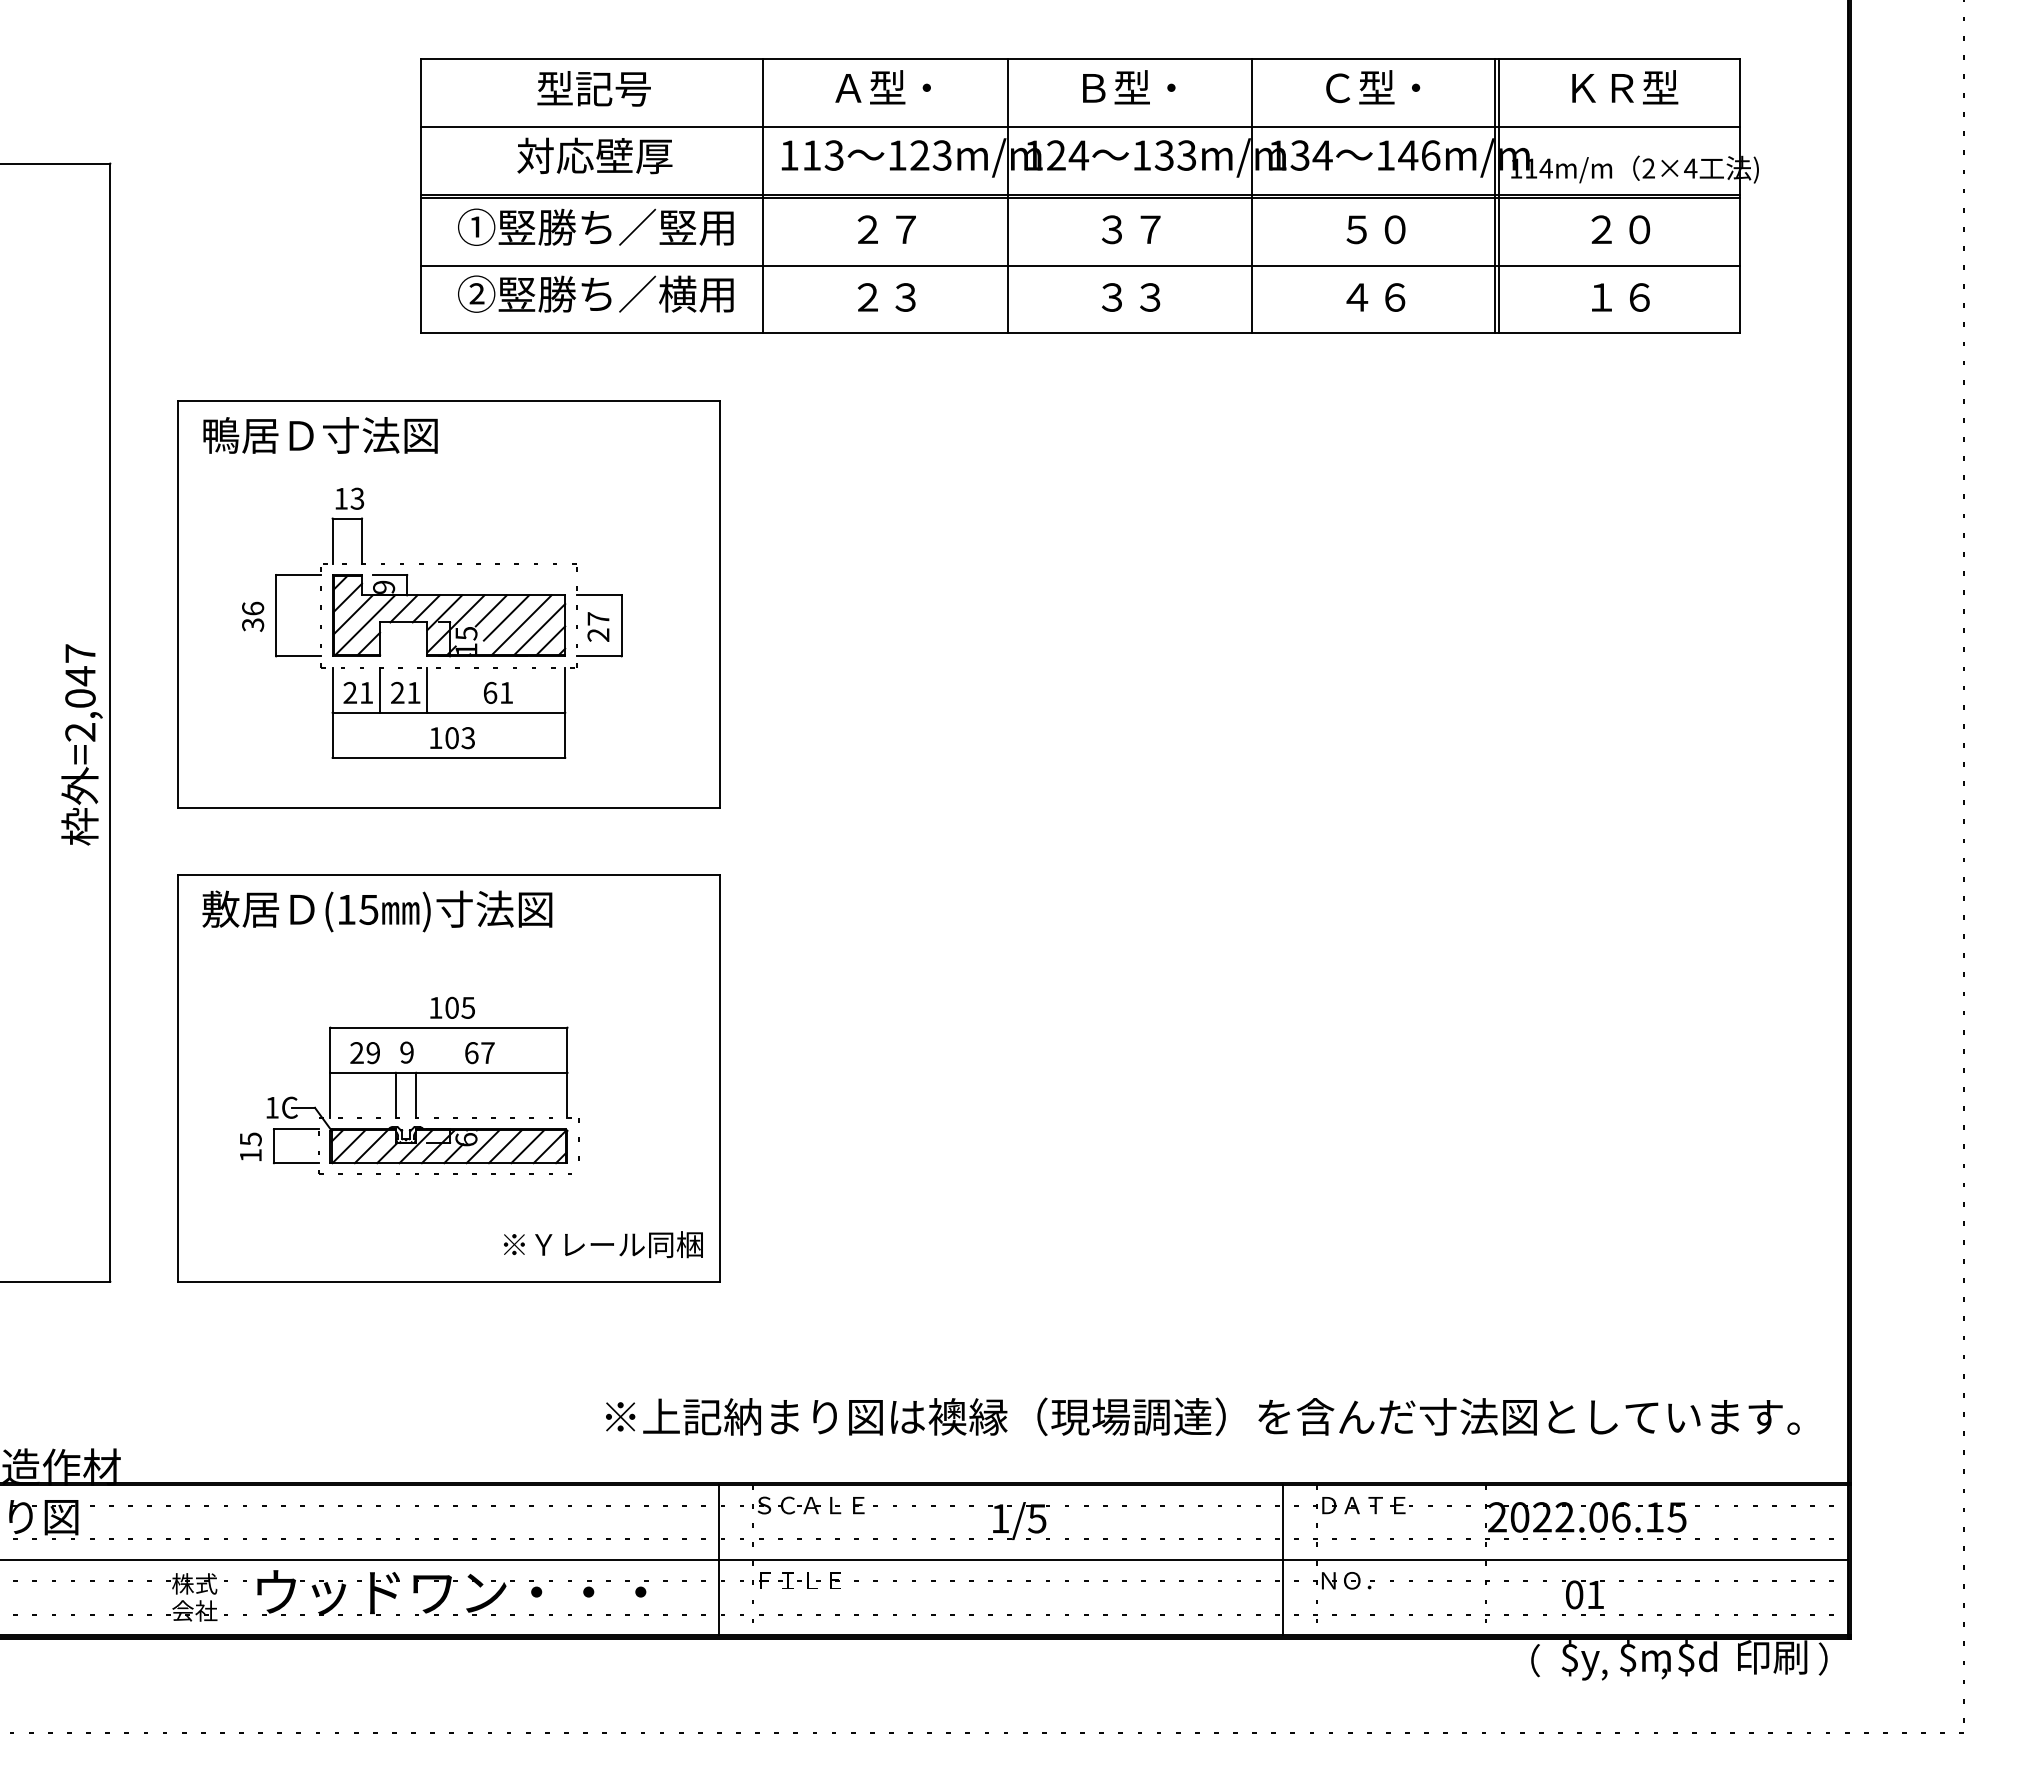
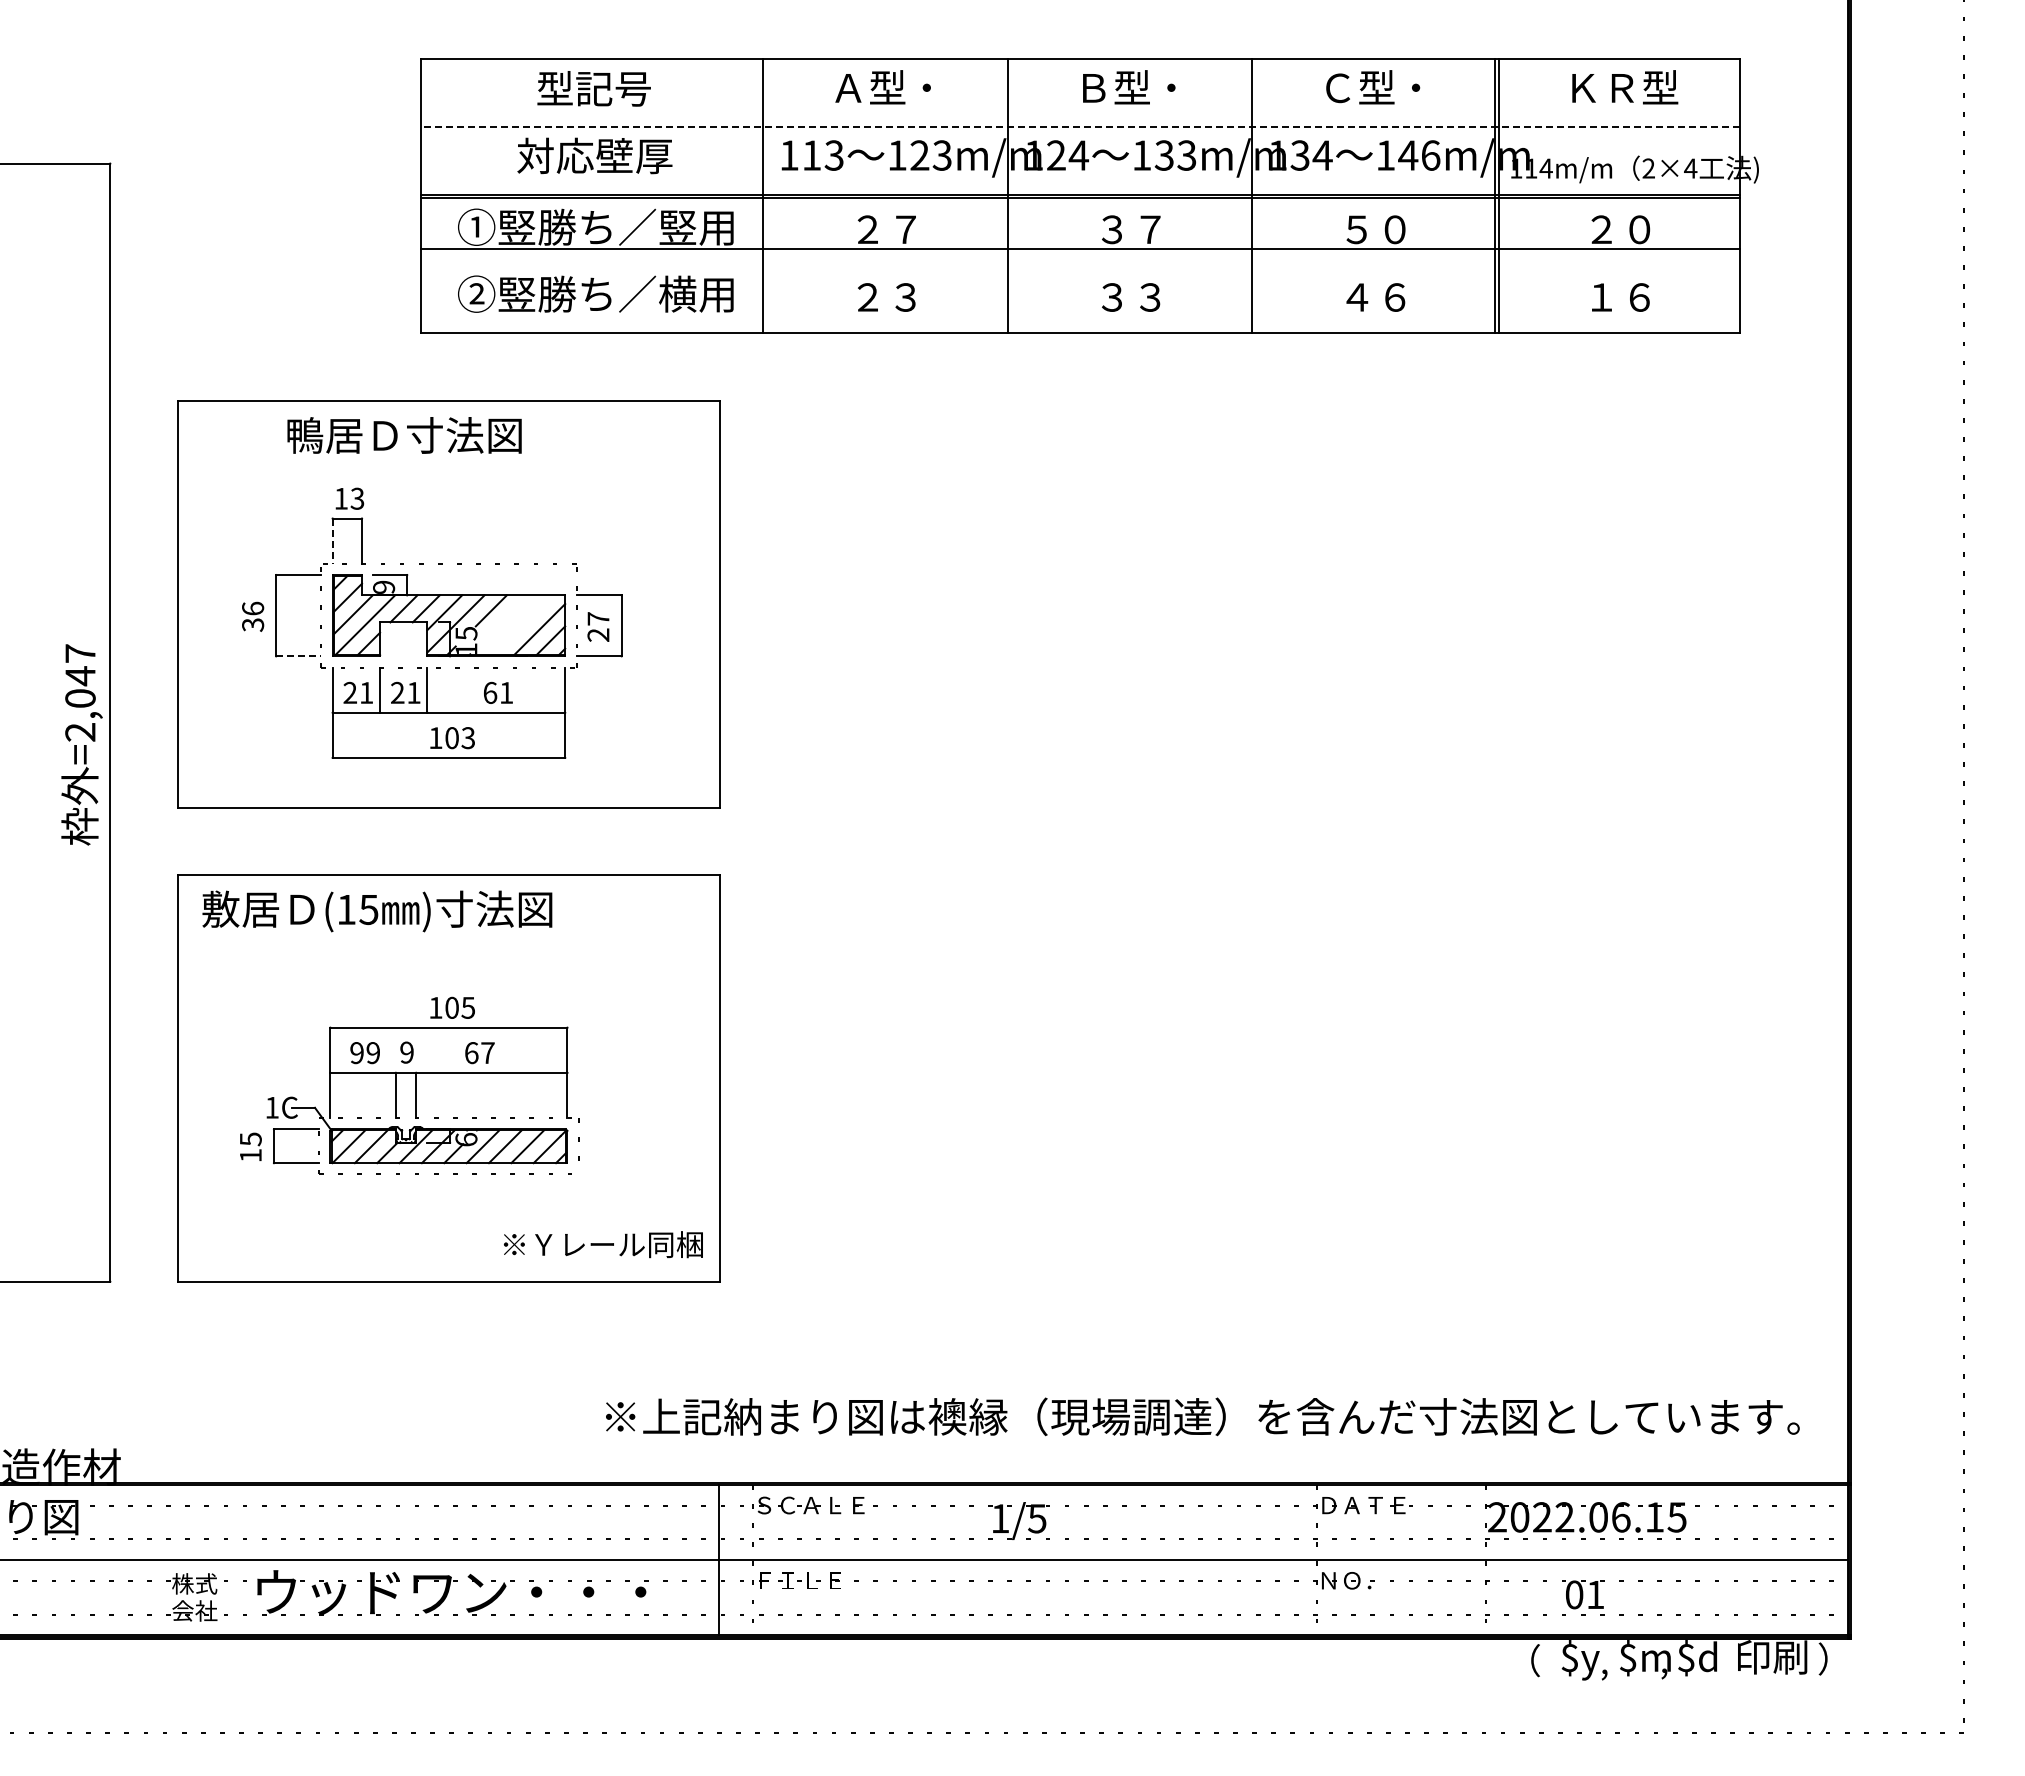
line at (1080, 126): solid -> dashed
line at (1079, 265) position: (1079, 265) -> (1079, 248)
text at (320, 435) position: (320, 435) -> (404, 435)
line at (332, 541): solid -> dashed
line at (506, 617): present -> none
line at (521, 625): present -> none
line at (298, 656): solid -> dashed
text at (356, 1053): 29 -> 99
line at (1283, 1559): present -> none
